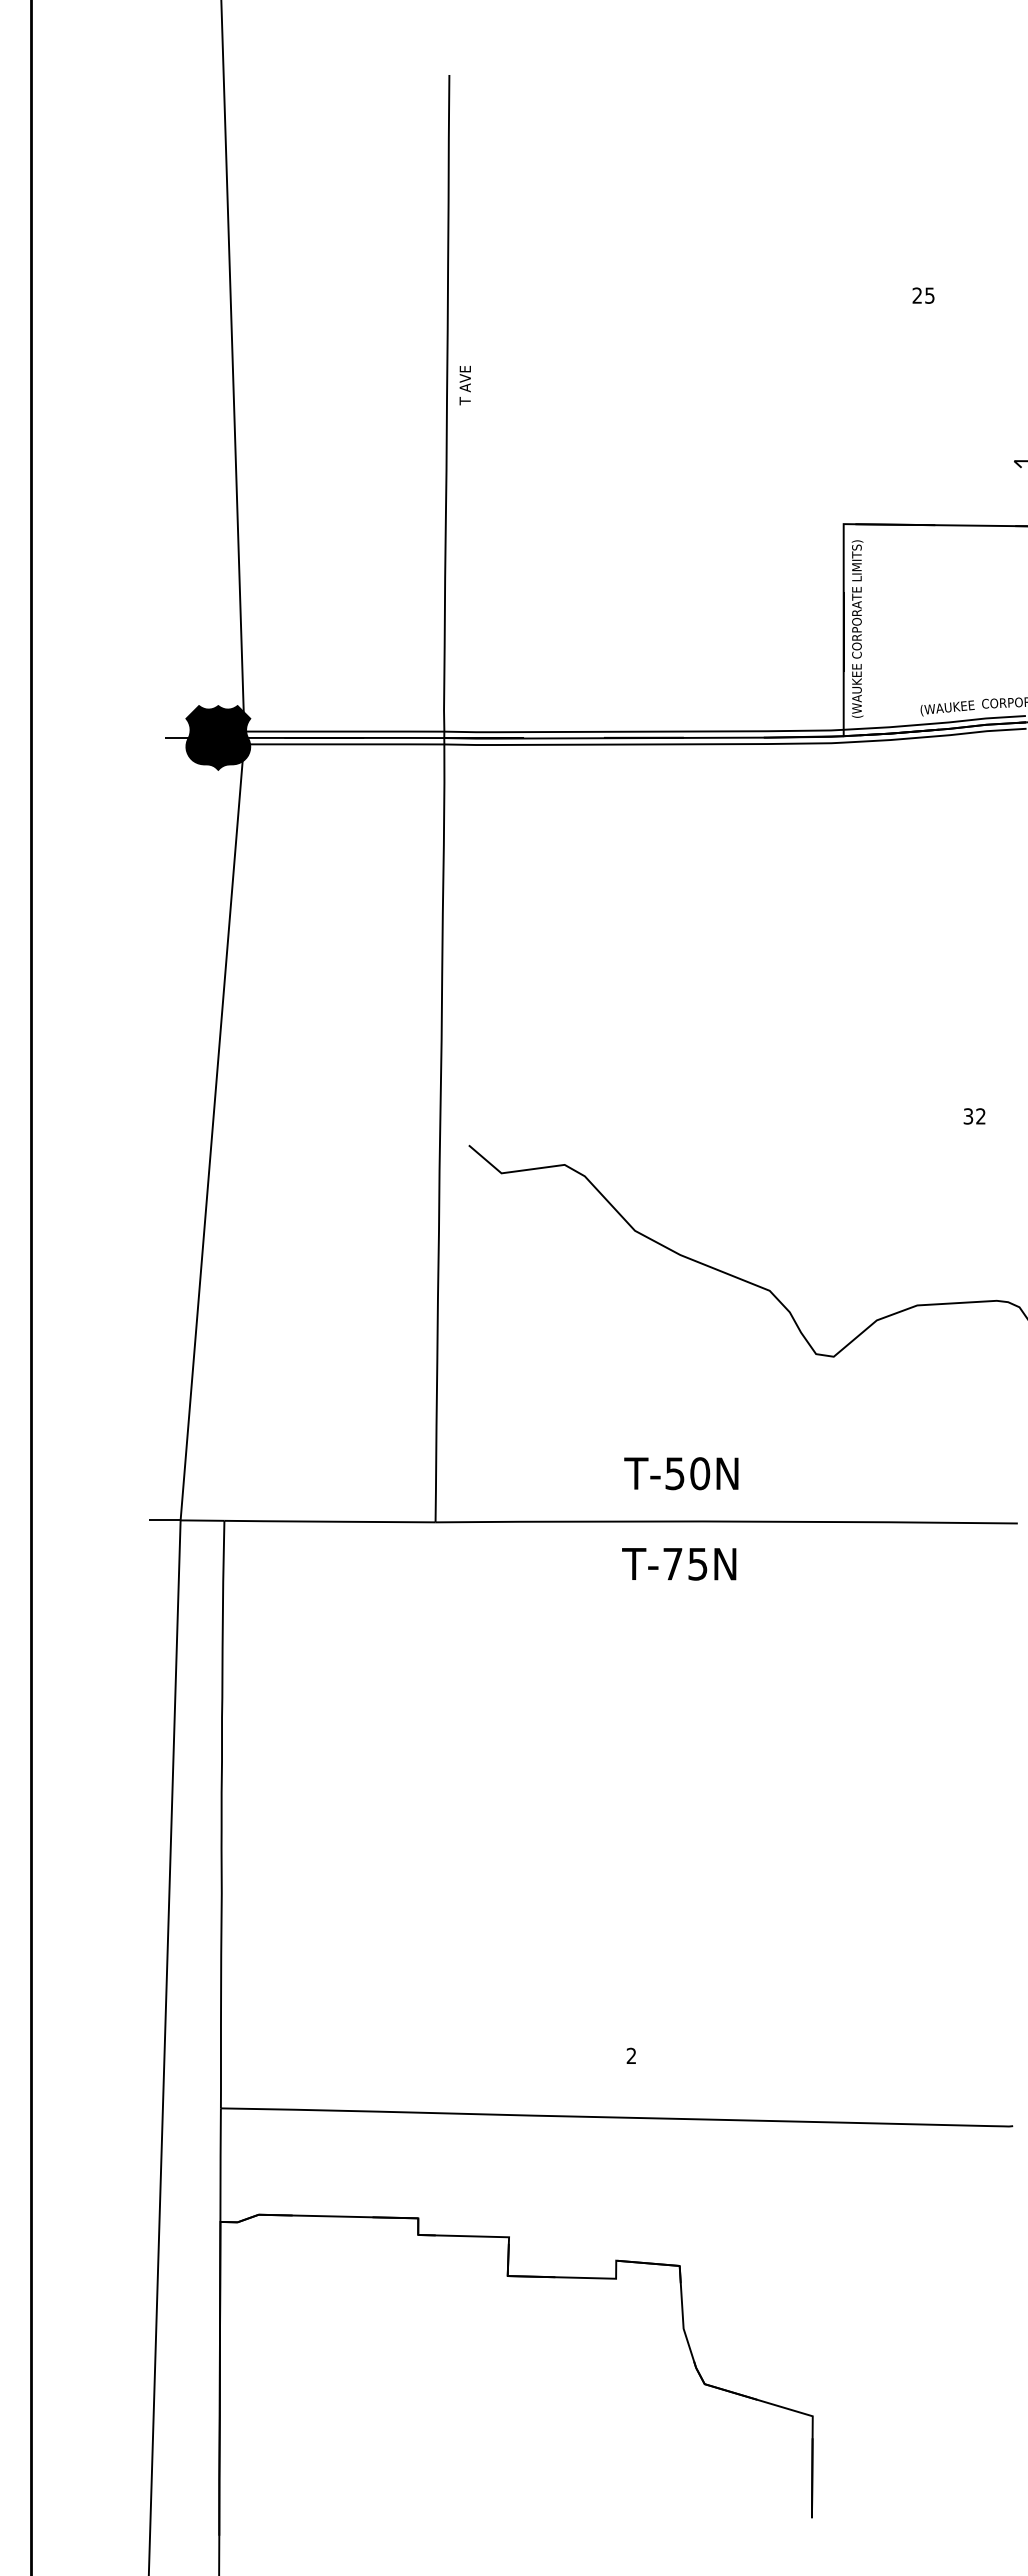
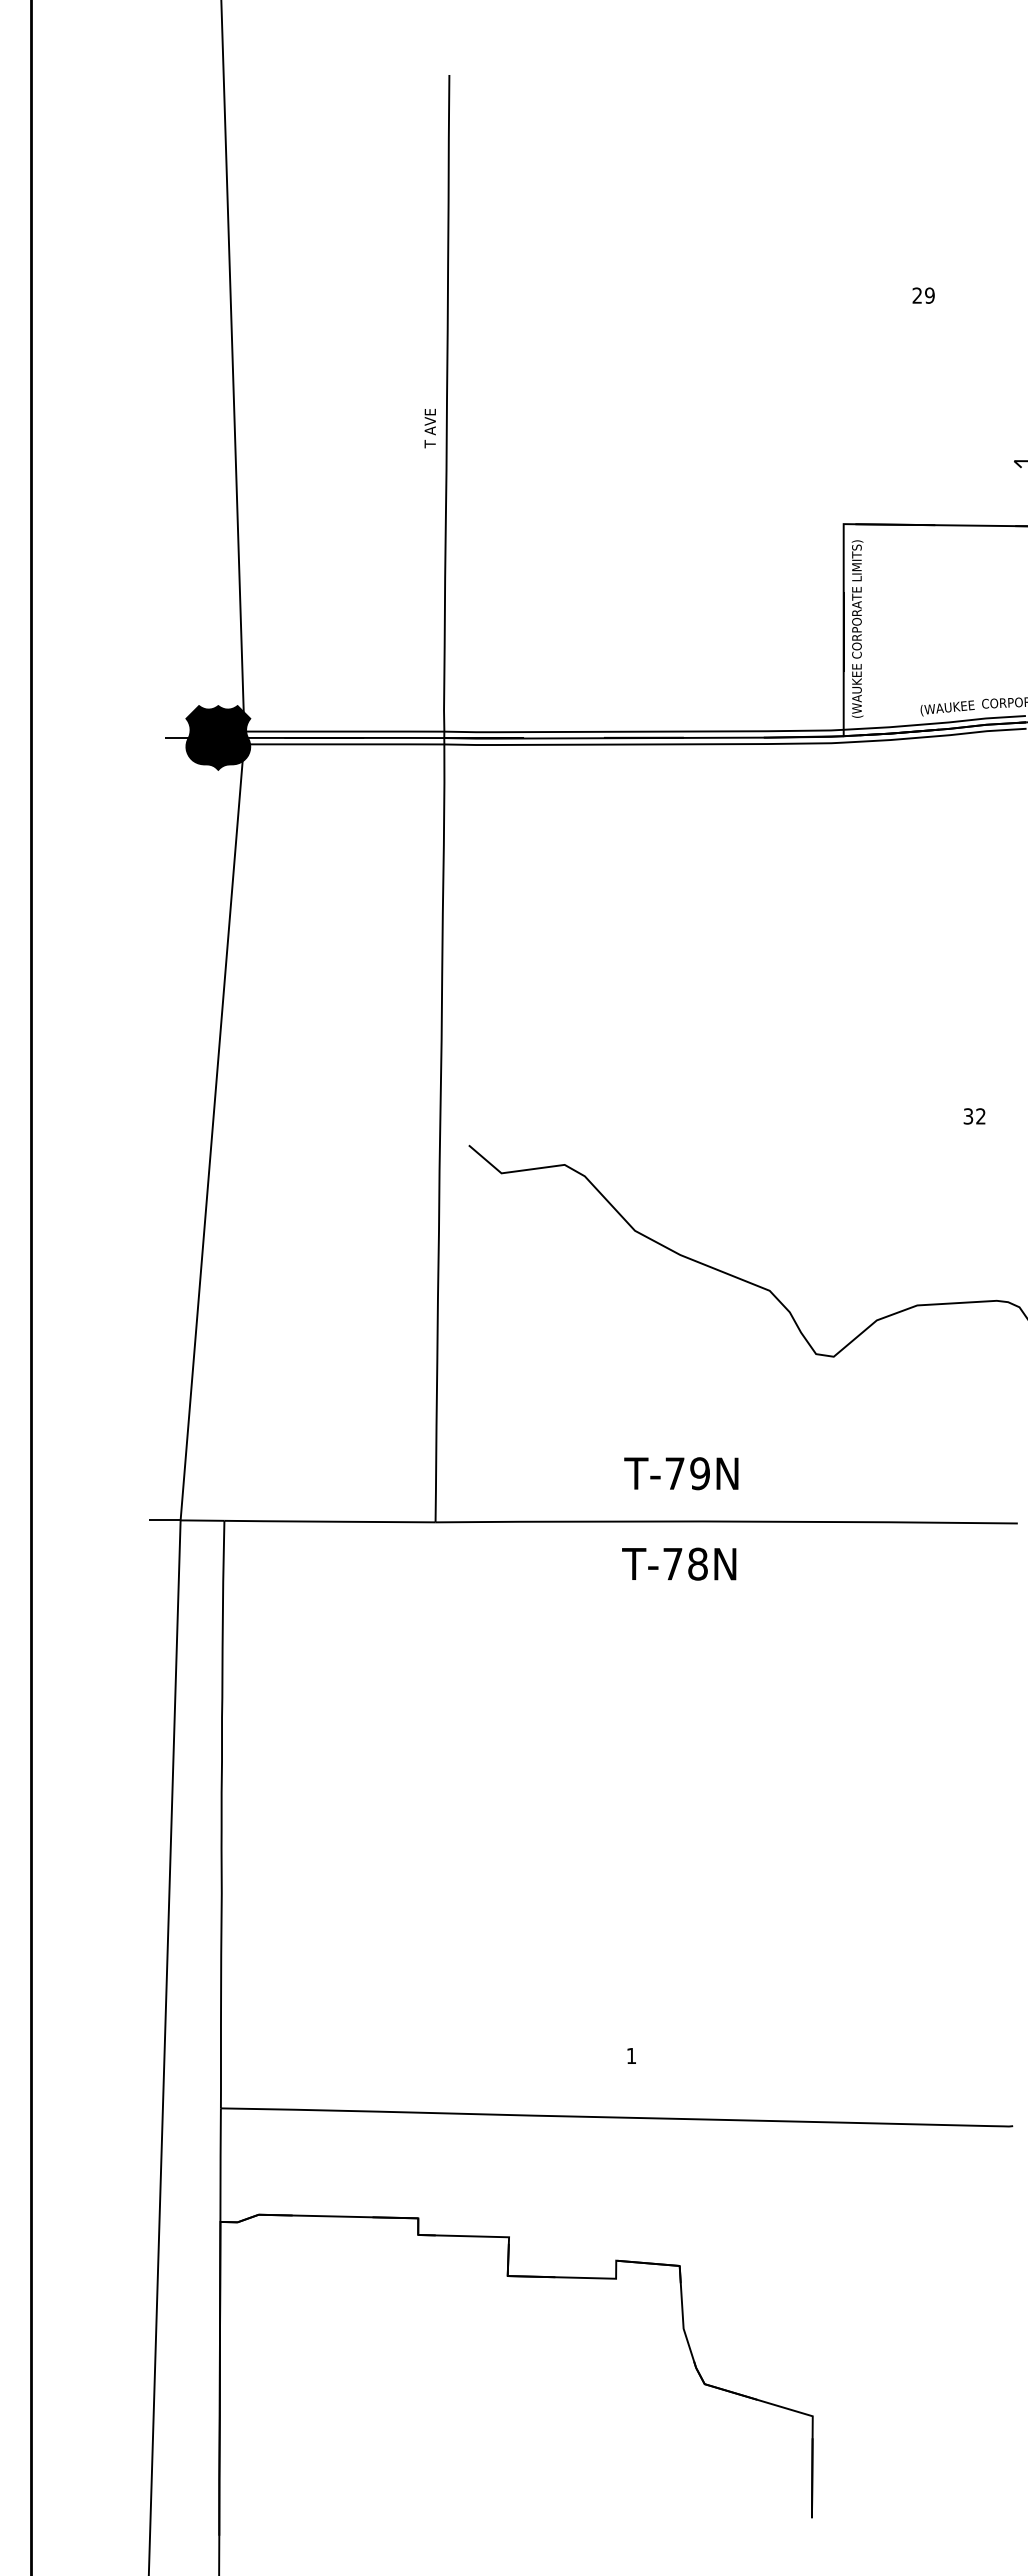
text at (929, 295): 25 -> 29
text at (464, 385) position: (464, 385) -> (429, 428)
text at (687, 1473): T-50N -> T-79N
text at (697, 1563): T-75N -> T-78N
text at (630, 2055): 2 -> 1
